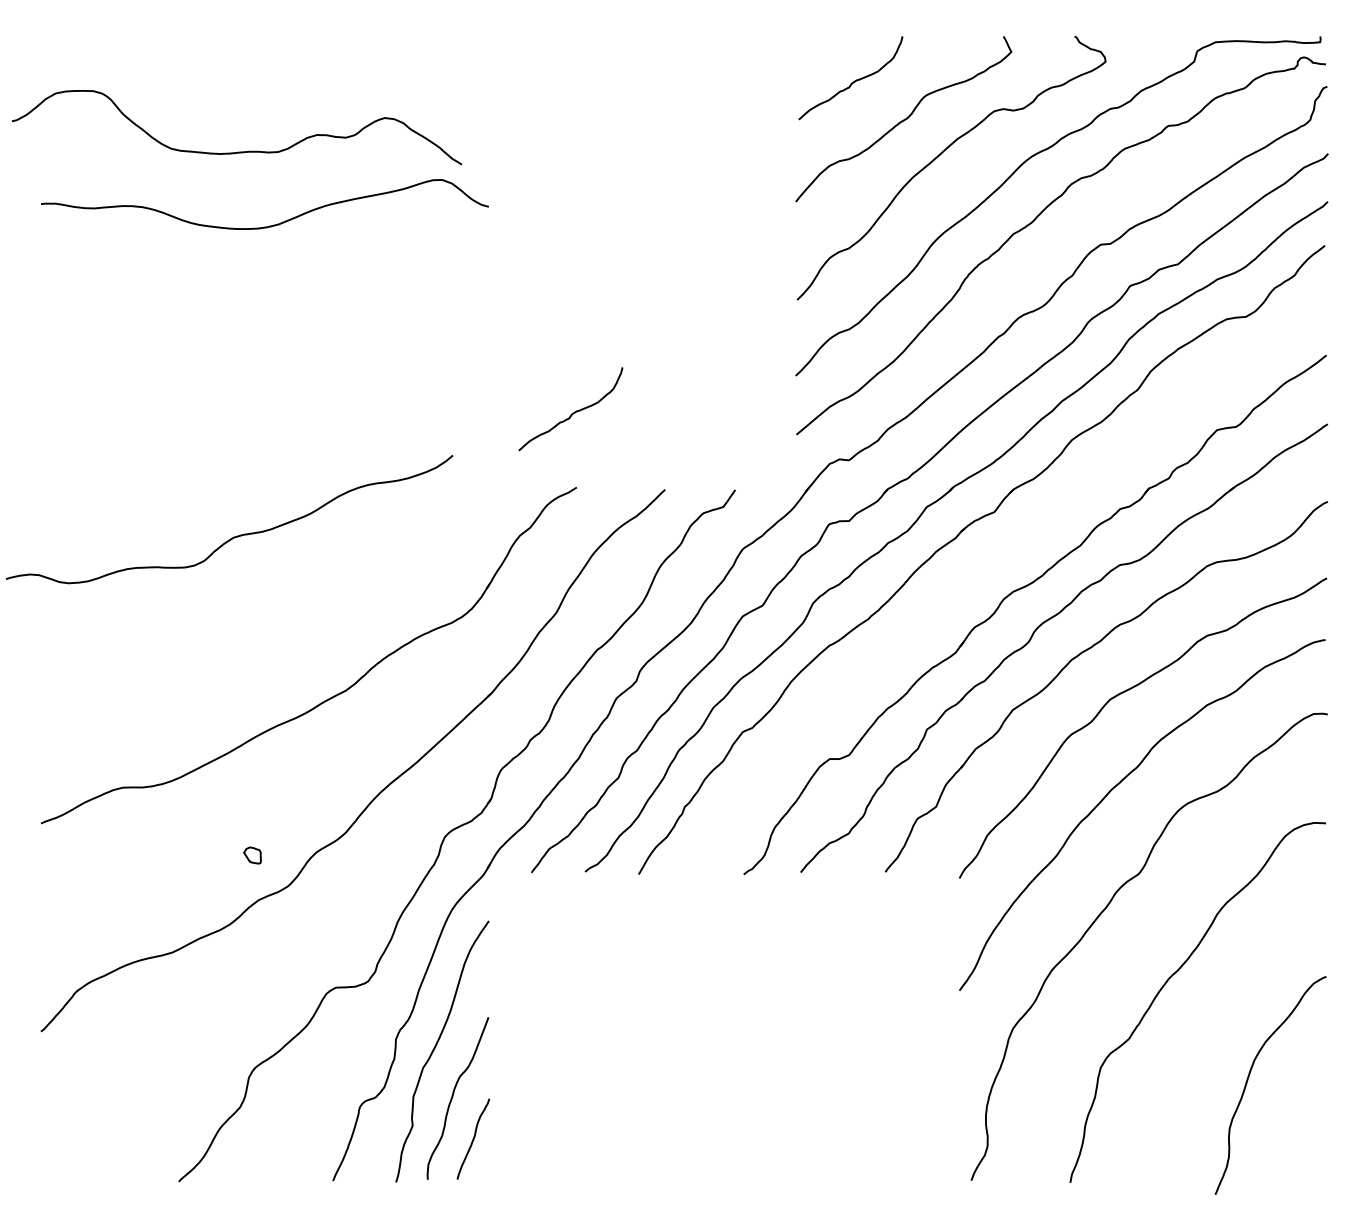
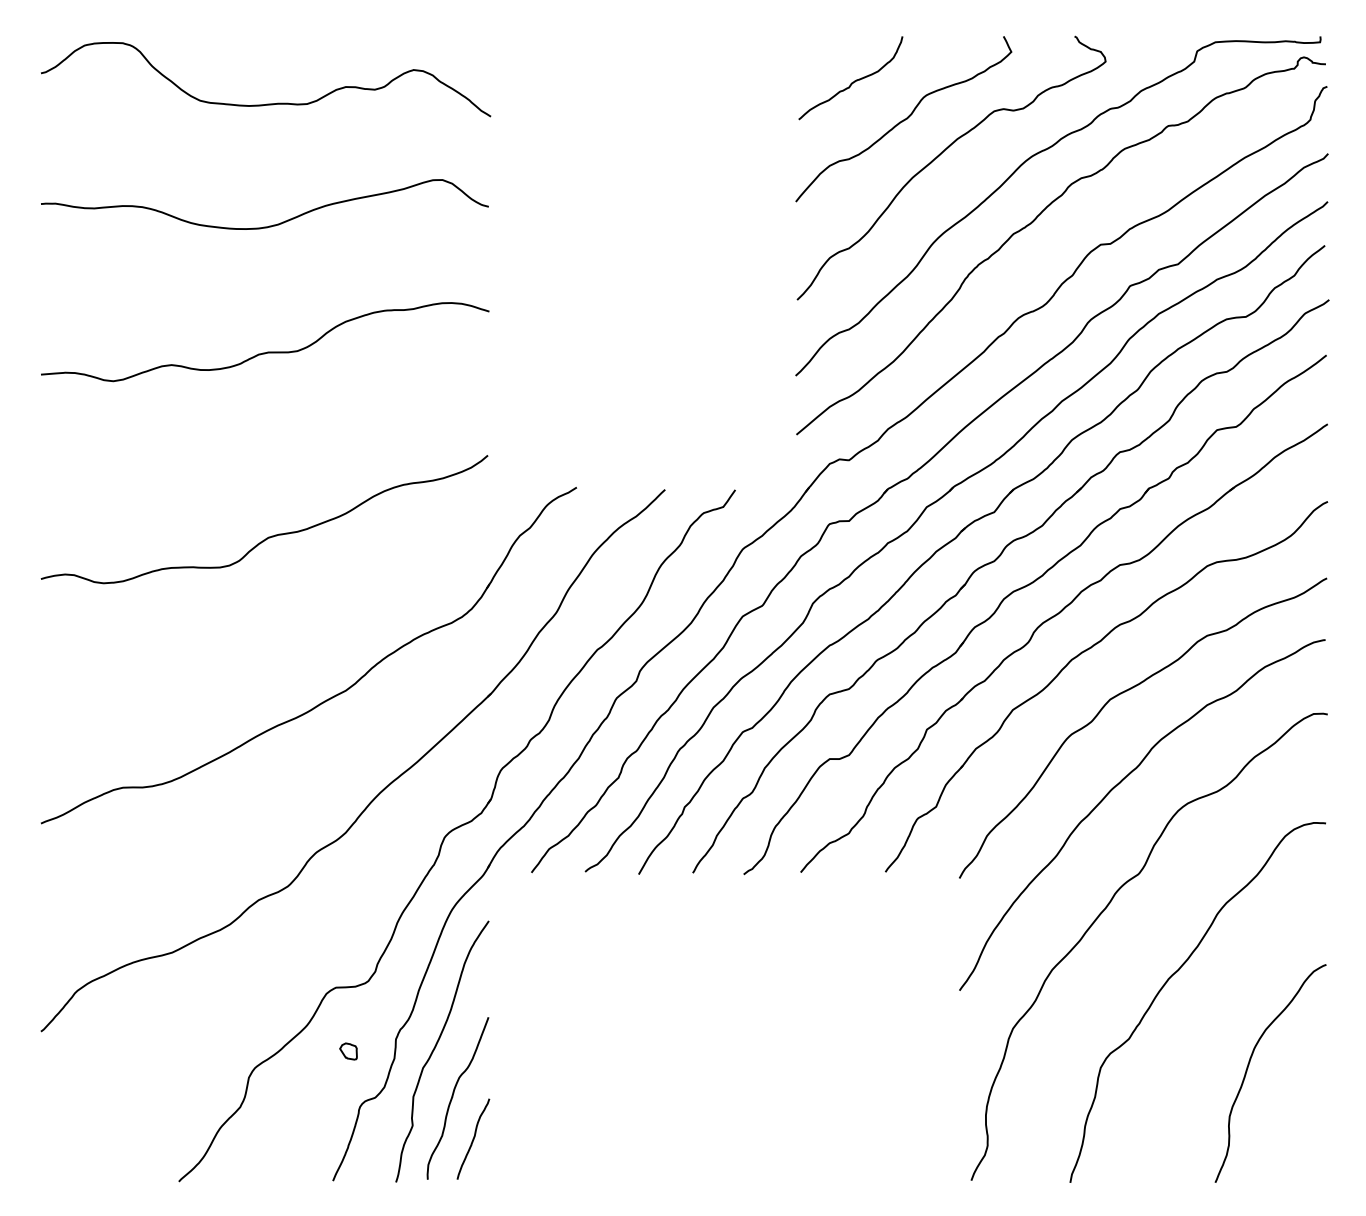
curve at (237, 151) position: (237, 151) -> (266, 103)
curve at (267, 351): none -> present
curve at (571, 413): present -> none
curve at (236, 535) position: (236, 535) -> (271, 535)
part at (994, 562): none -> present
part at (252, 855) position: (252, 855) -> (348, 1051)
curve at (1249, 1077) position: (1249, 1077) -> (1249, 1065)
